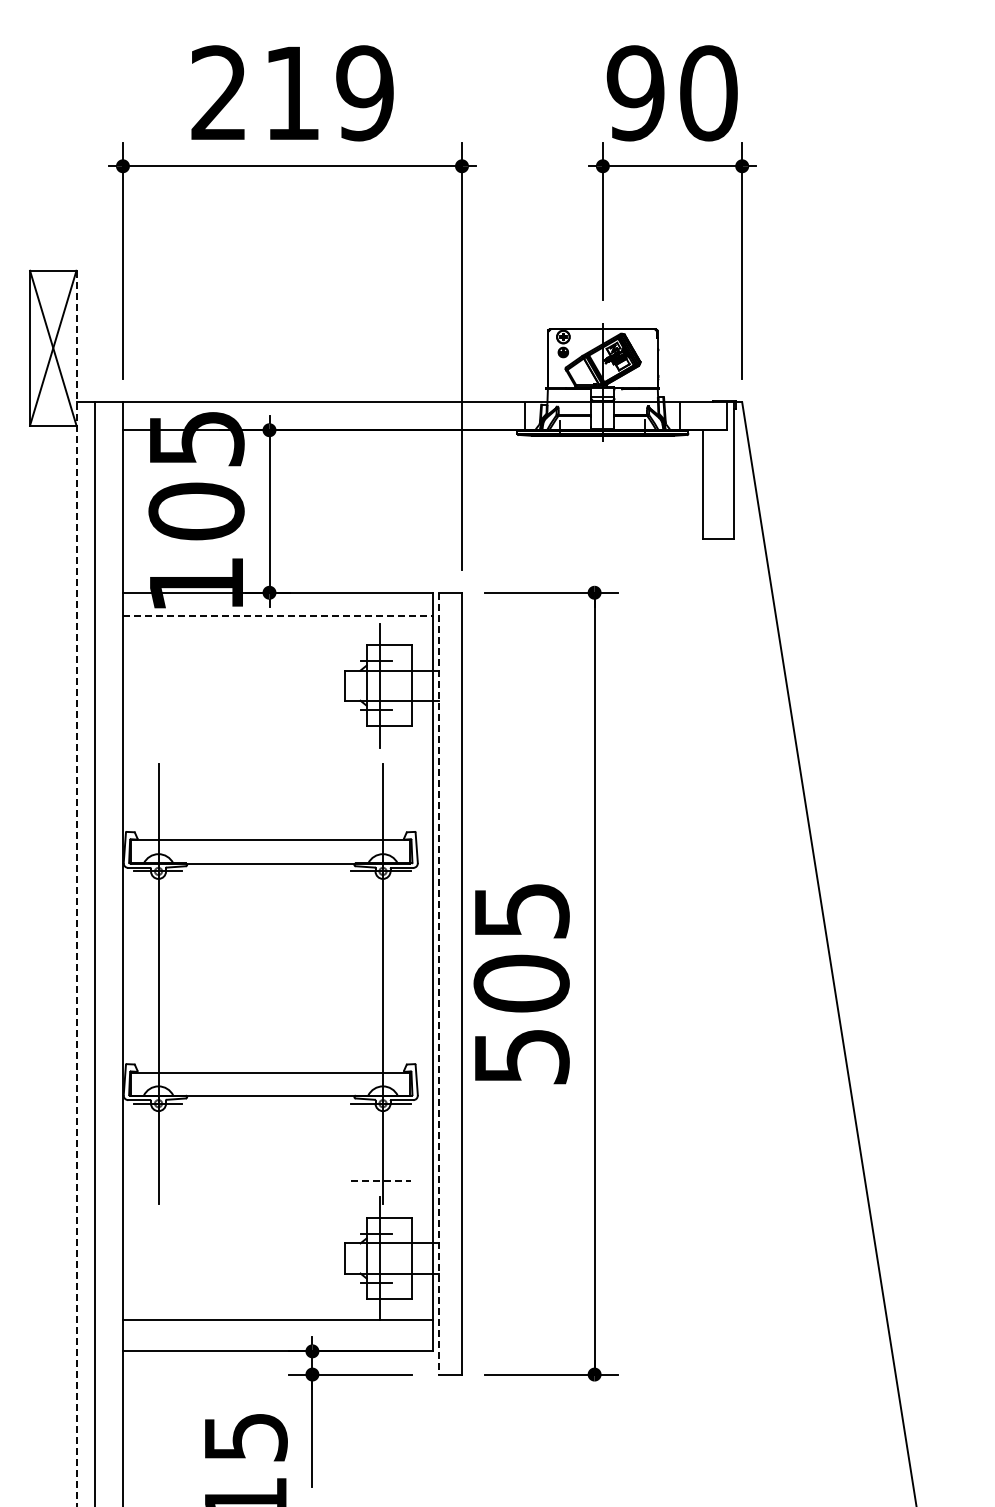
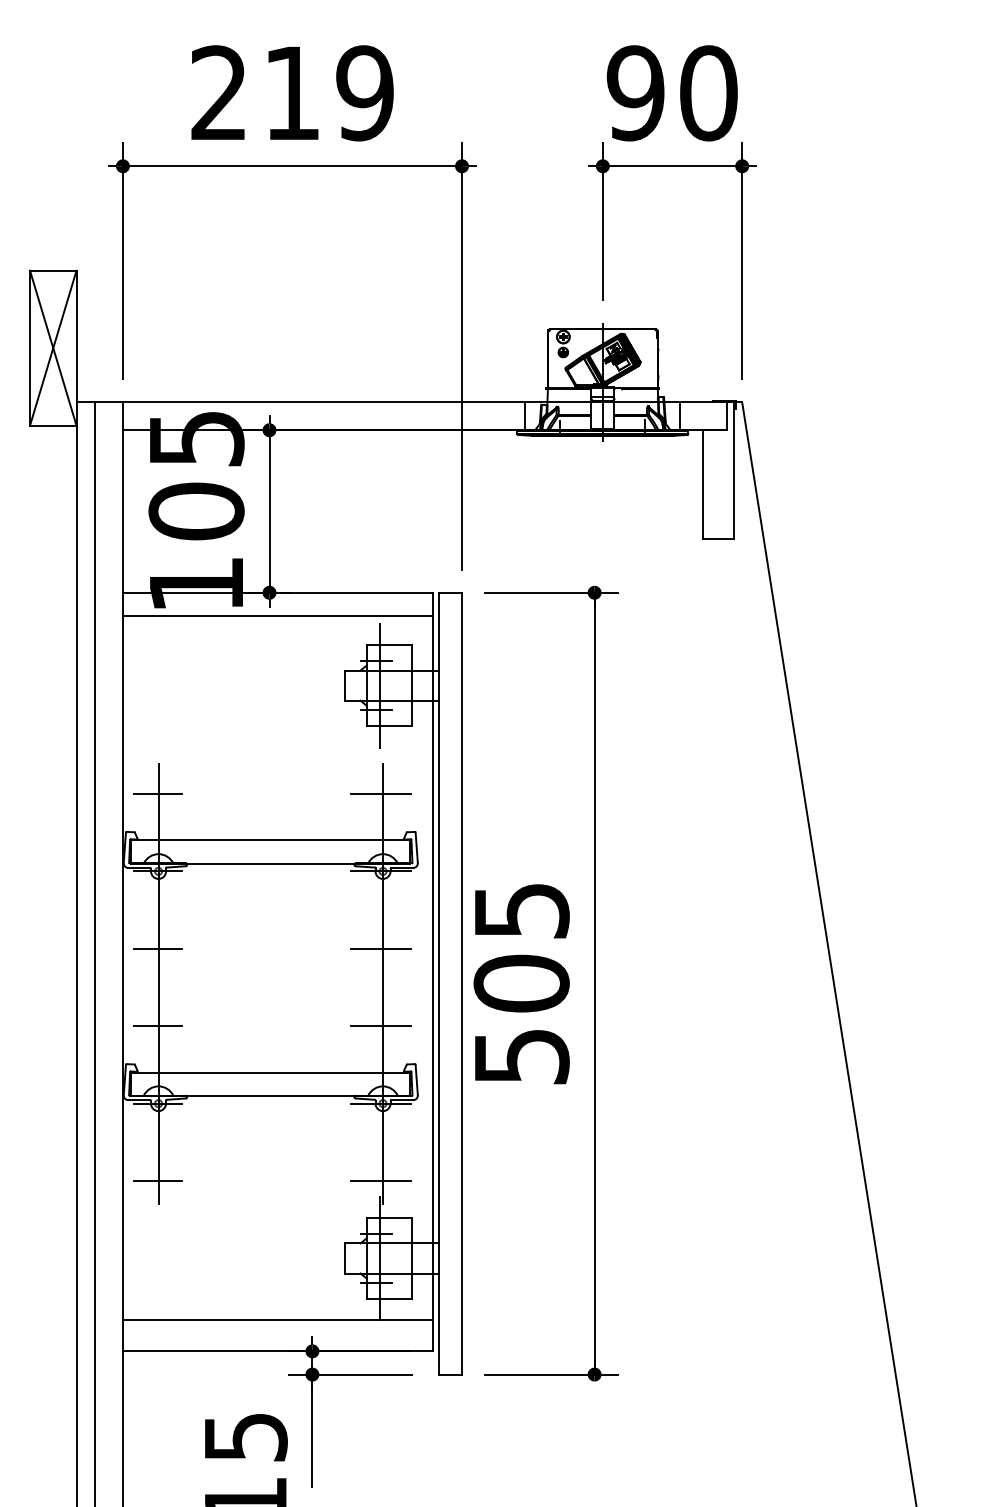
line at (277, 616): dashed -> solid
line at (157, 794): none -> present
line at (381, 794): none -> present
line at (76, 888): dashed -> solid
line at (157, 948): none -> present
line at (381, 948): none -> present
line at (438, 983): dashed -> solid
line at (157, 1026): none -> present
line at (381, 1026): none -> present
line at (157, 1181): none -> present
line at (381, 1181): dashed -> solid
